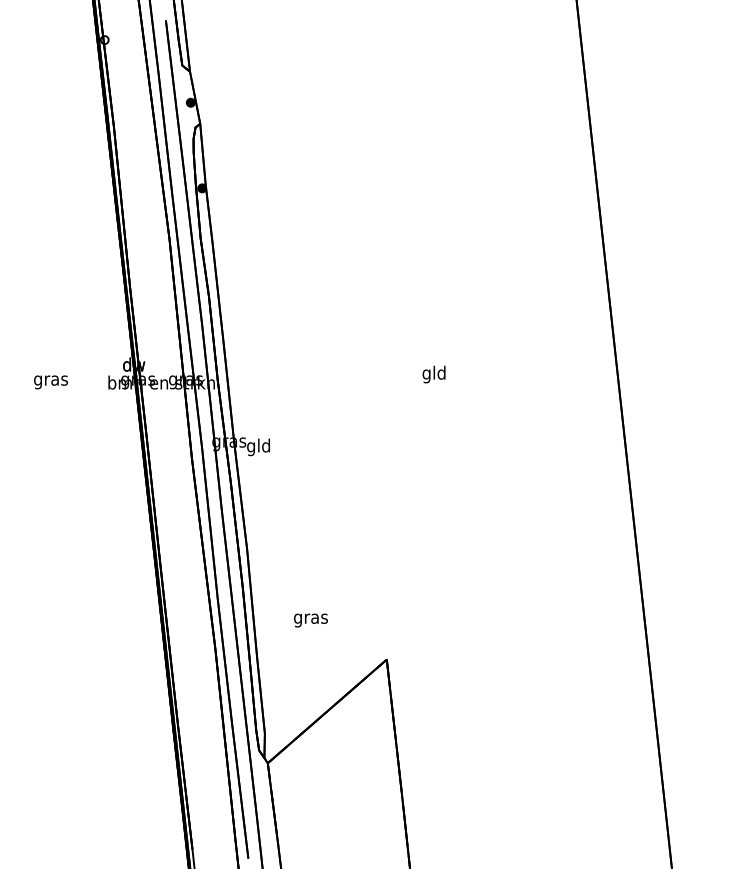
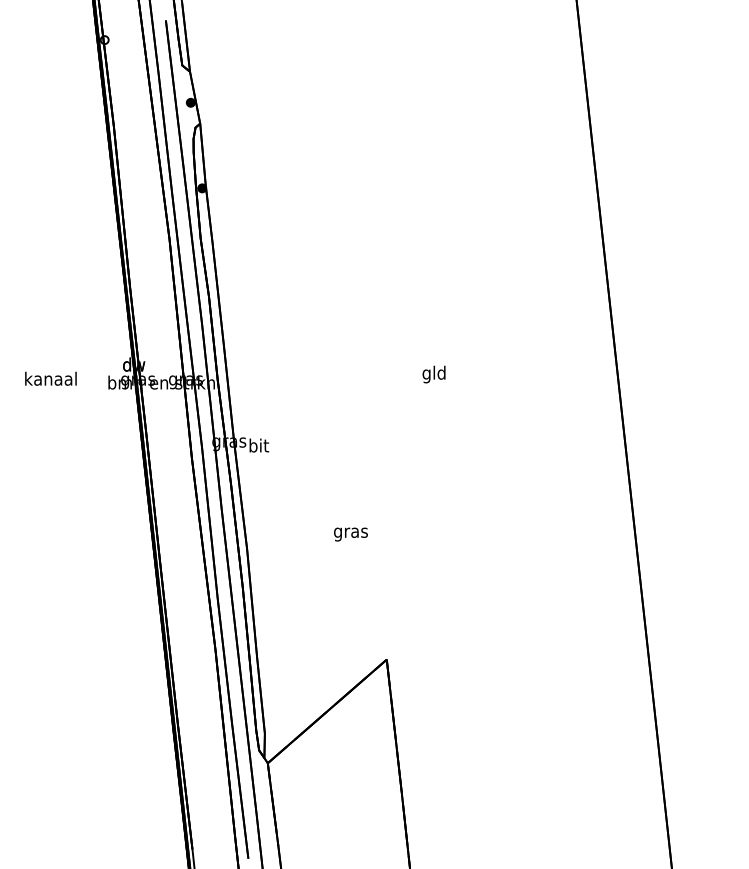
text at (50, 380): gras -> kanaal
text at (258, 447): gld -> bit
text at (310, 620) position: (310, 620) -> (350, 534)
